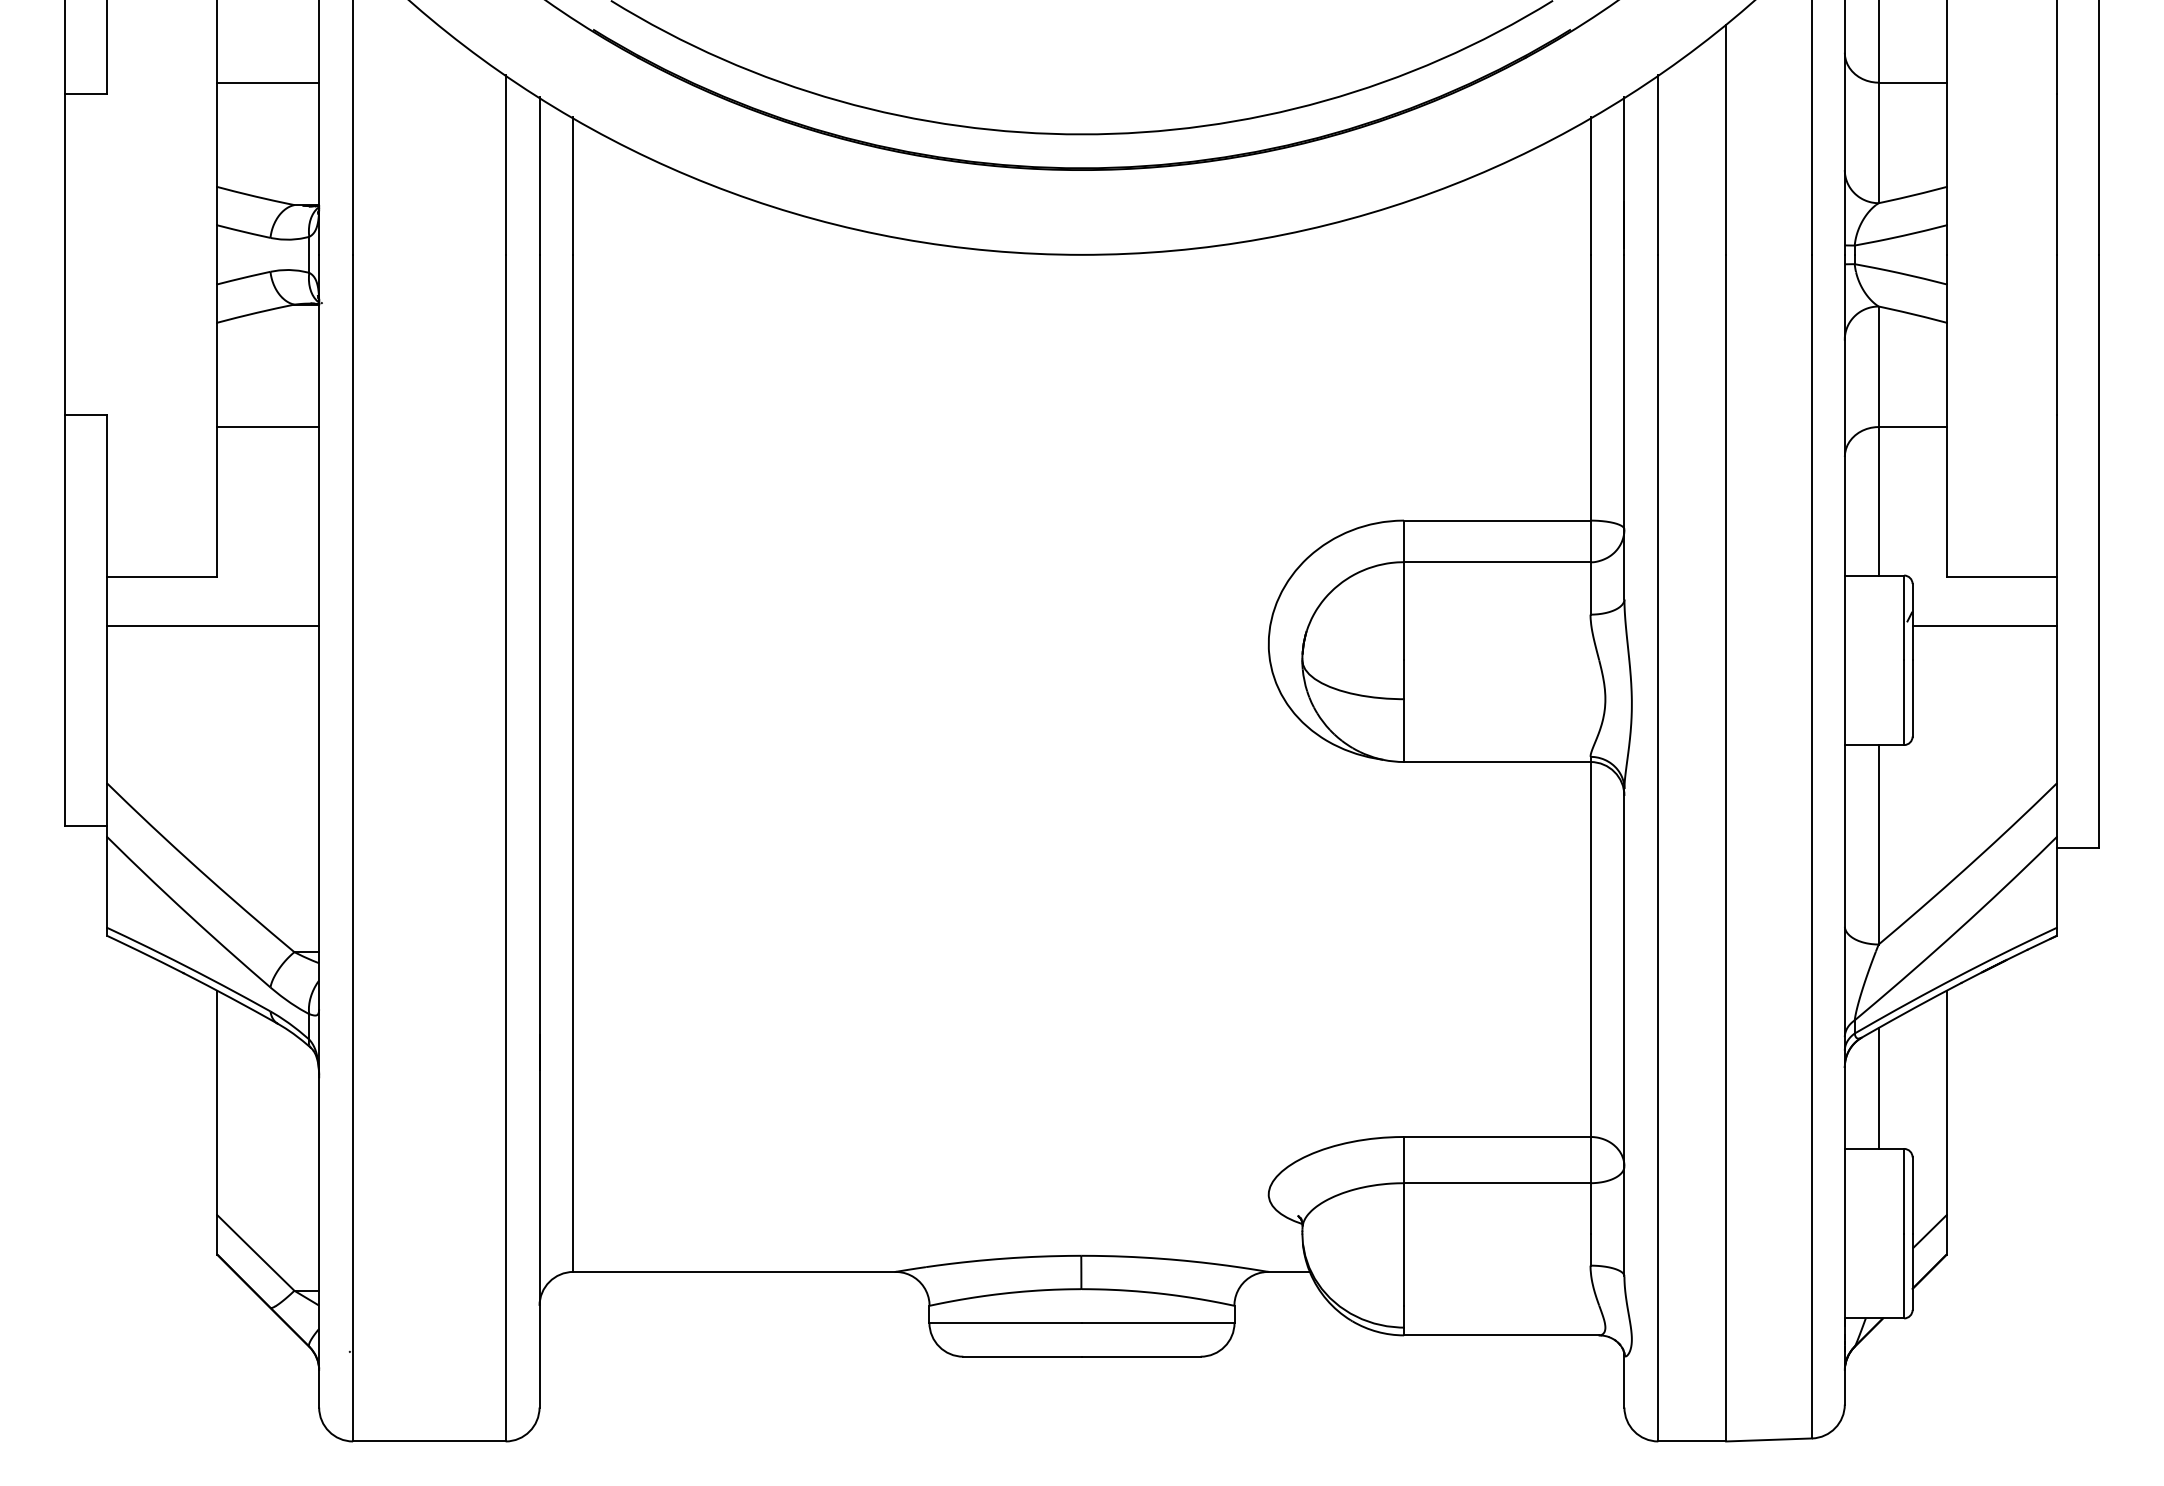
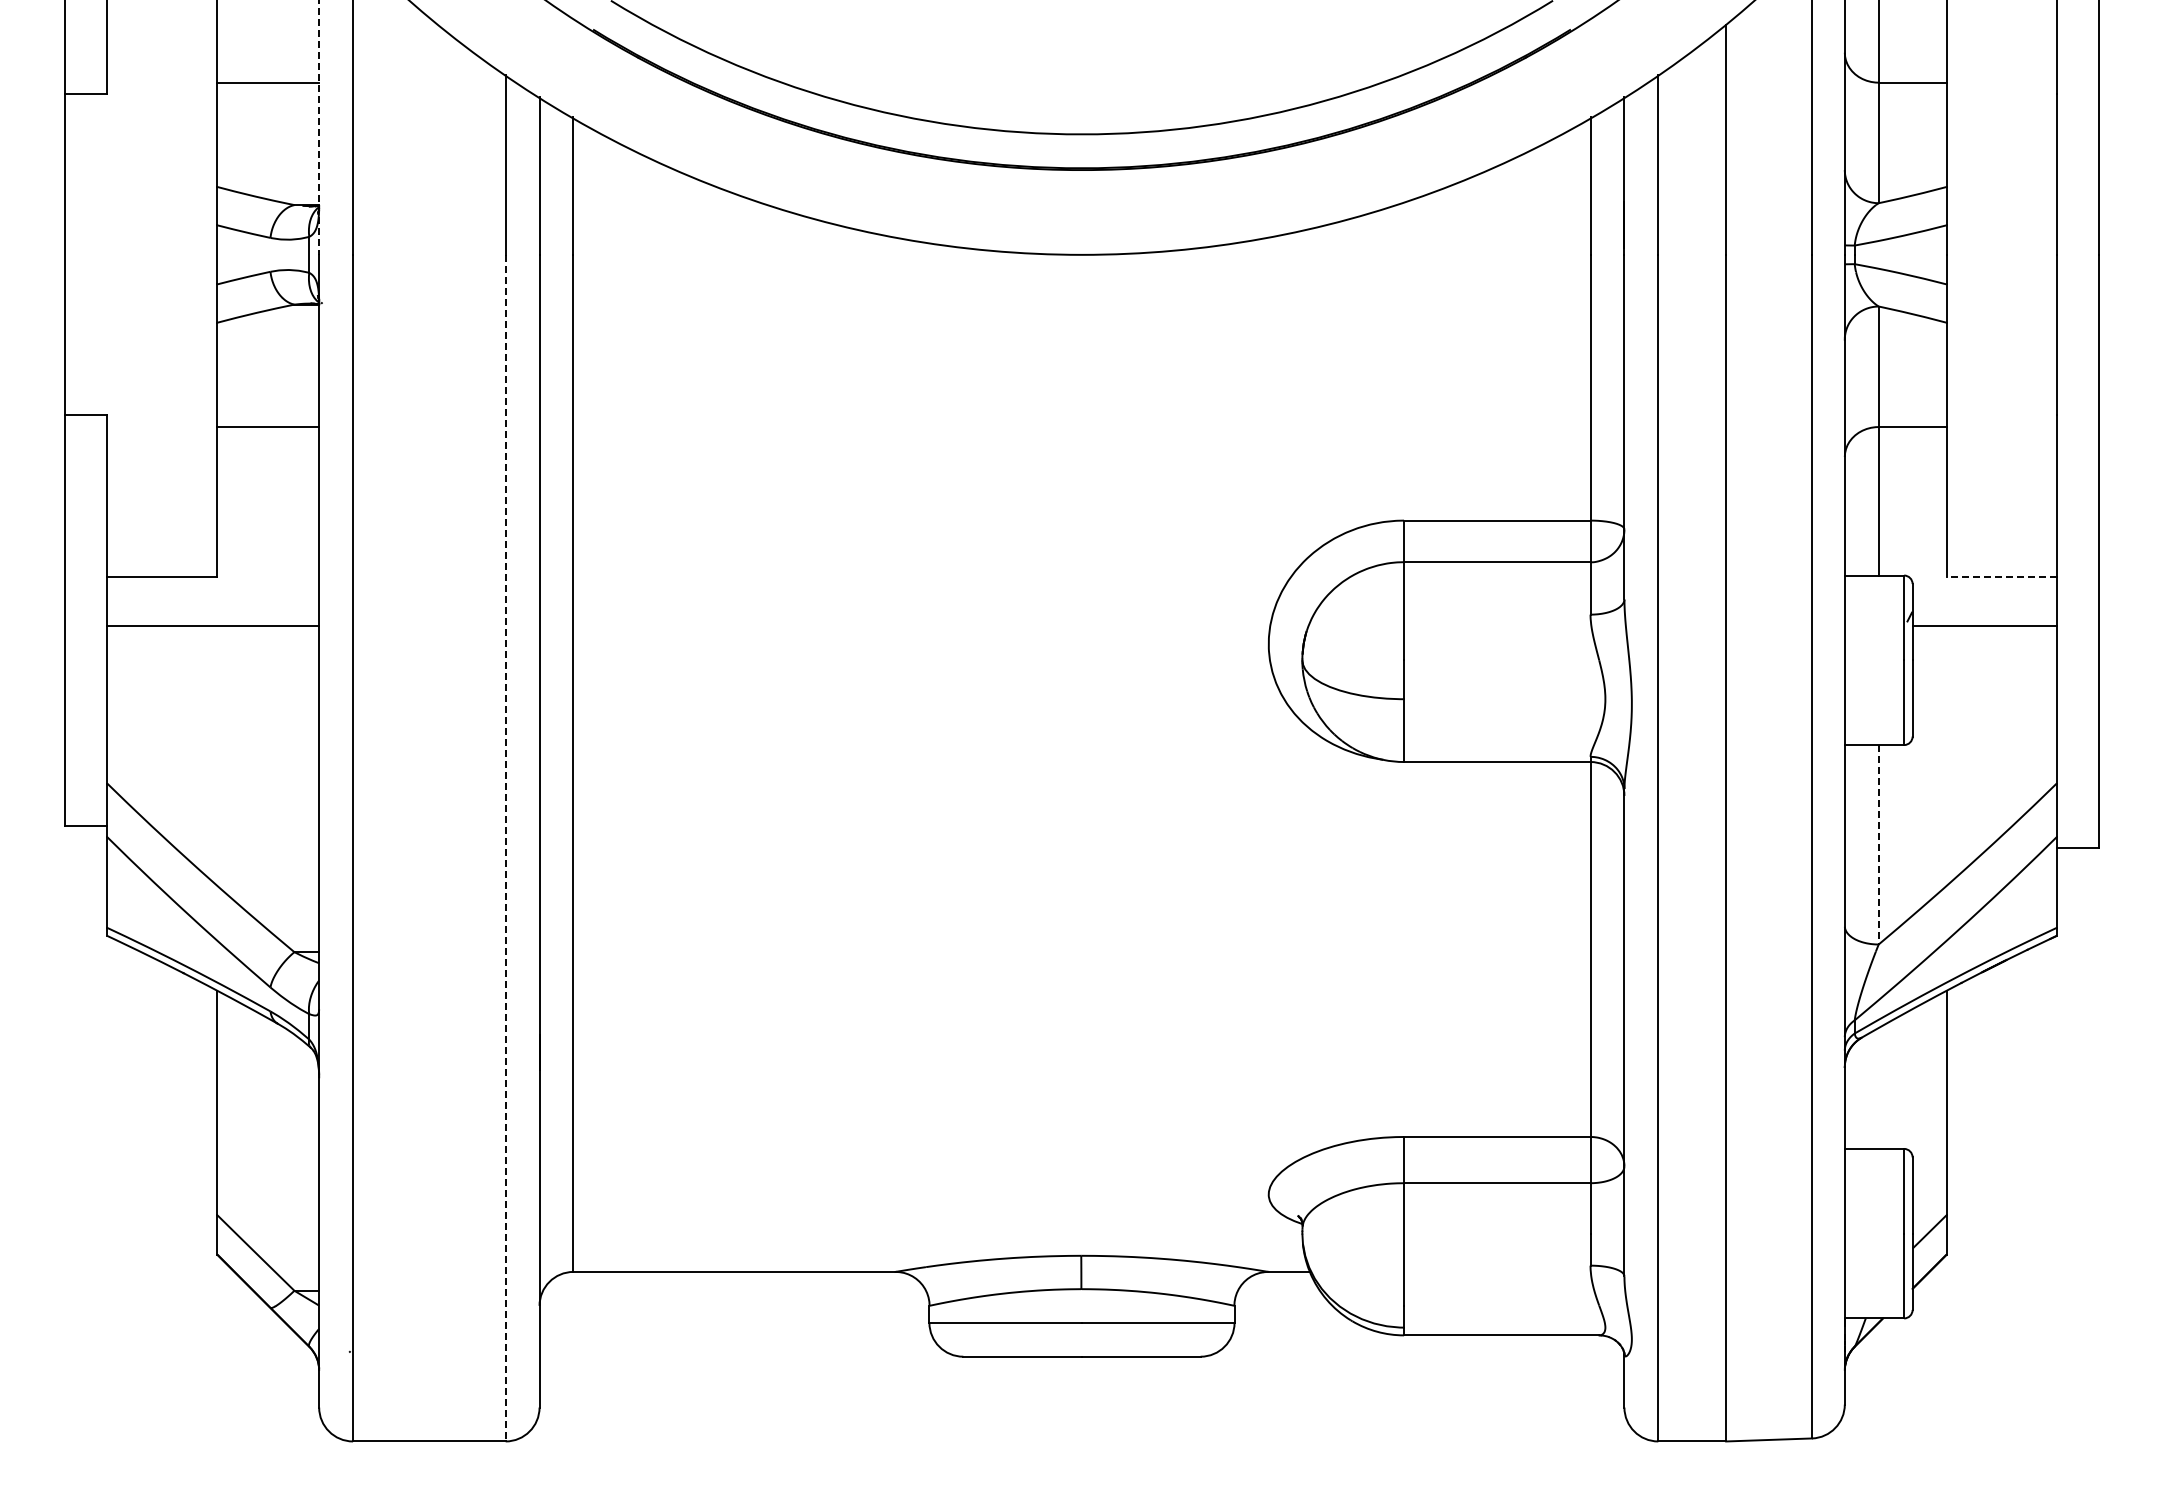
line at (319, 127): solid -> dashed
line at (2001, 576): solid -> dashed
line at (1878, 844): solid -> dashed
line at (505, 848): solid -> dashed
line at (1878, 1088): present -> none
